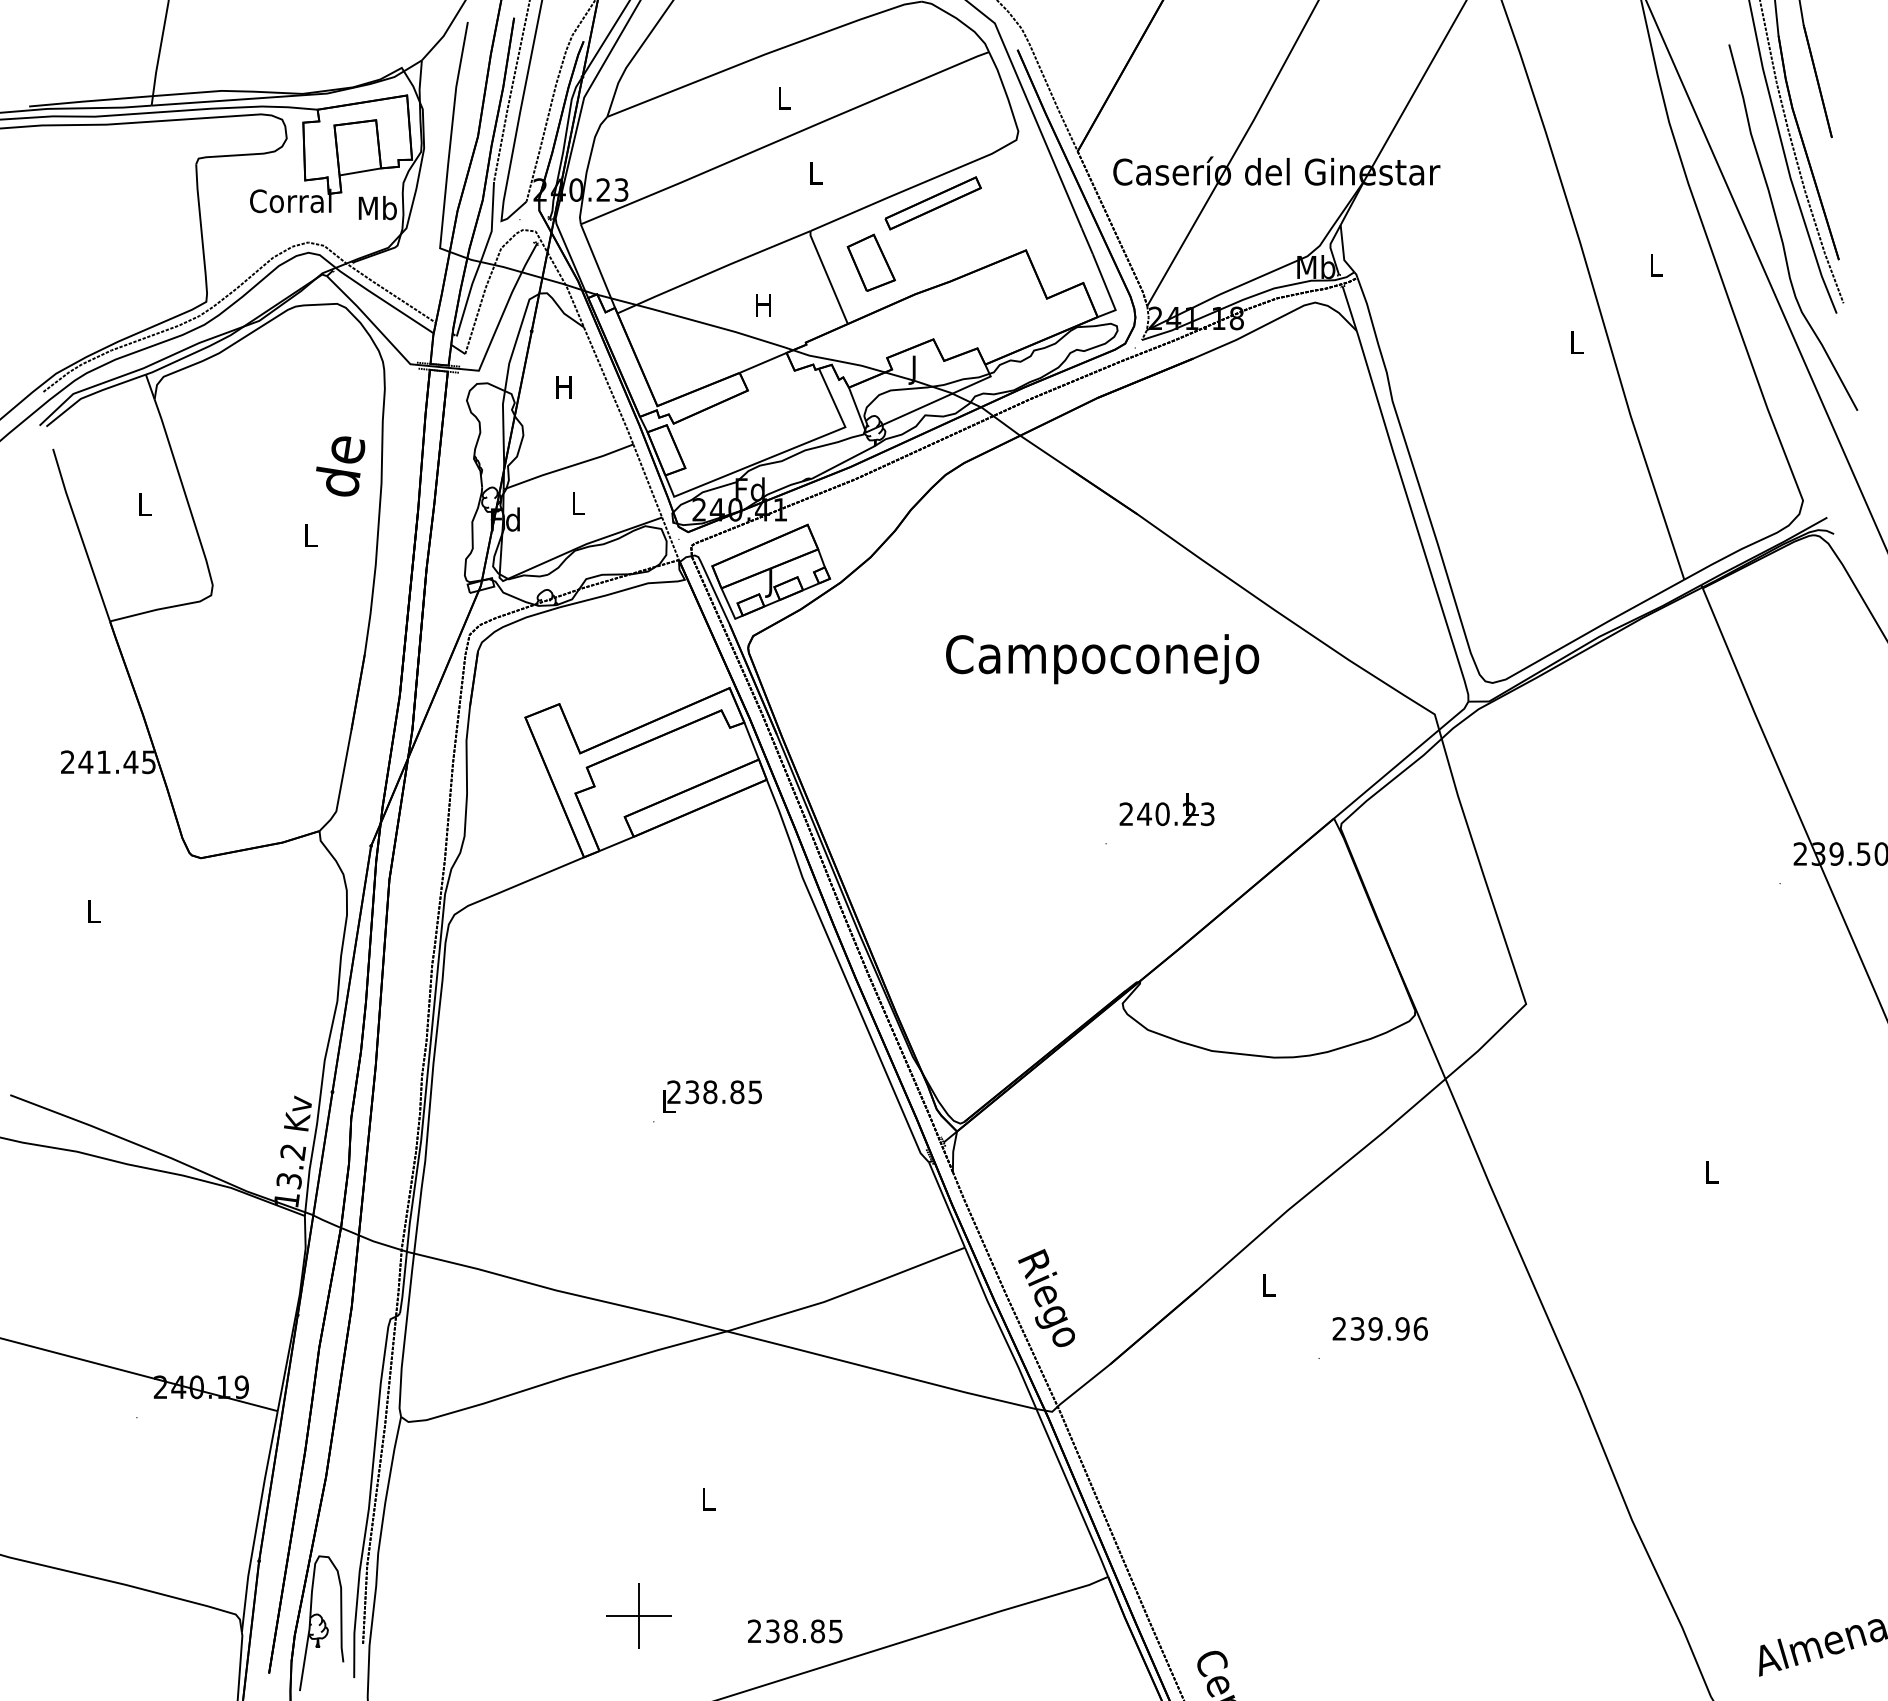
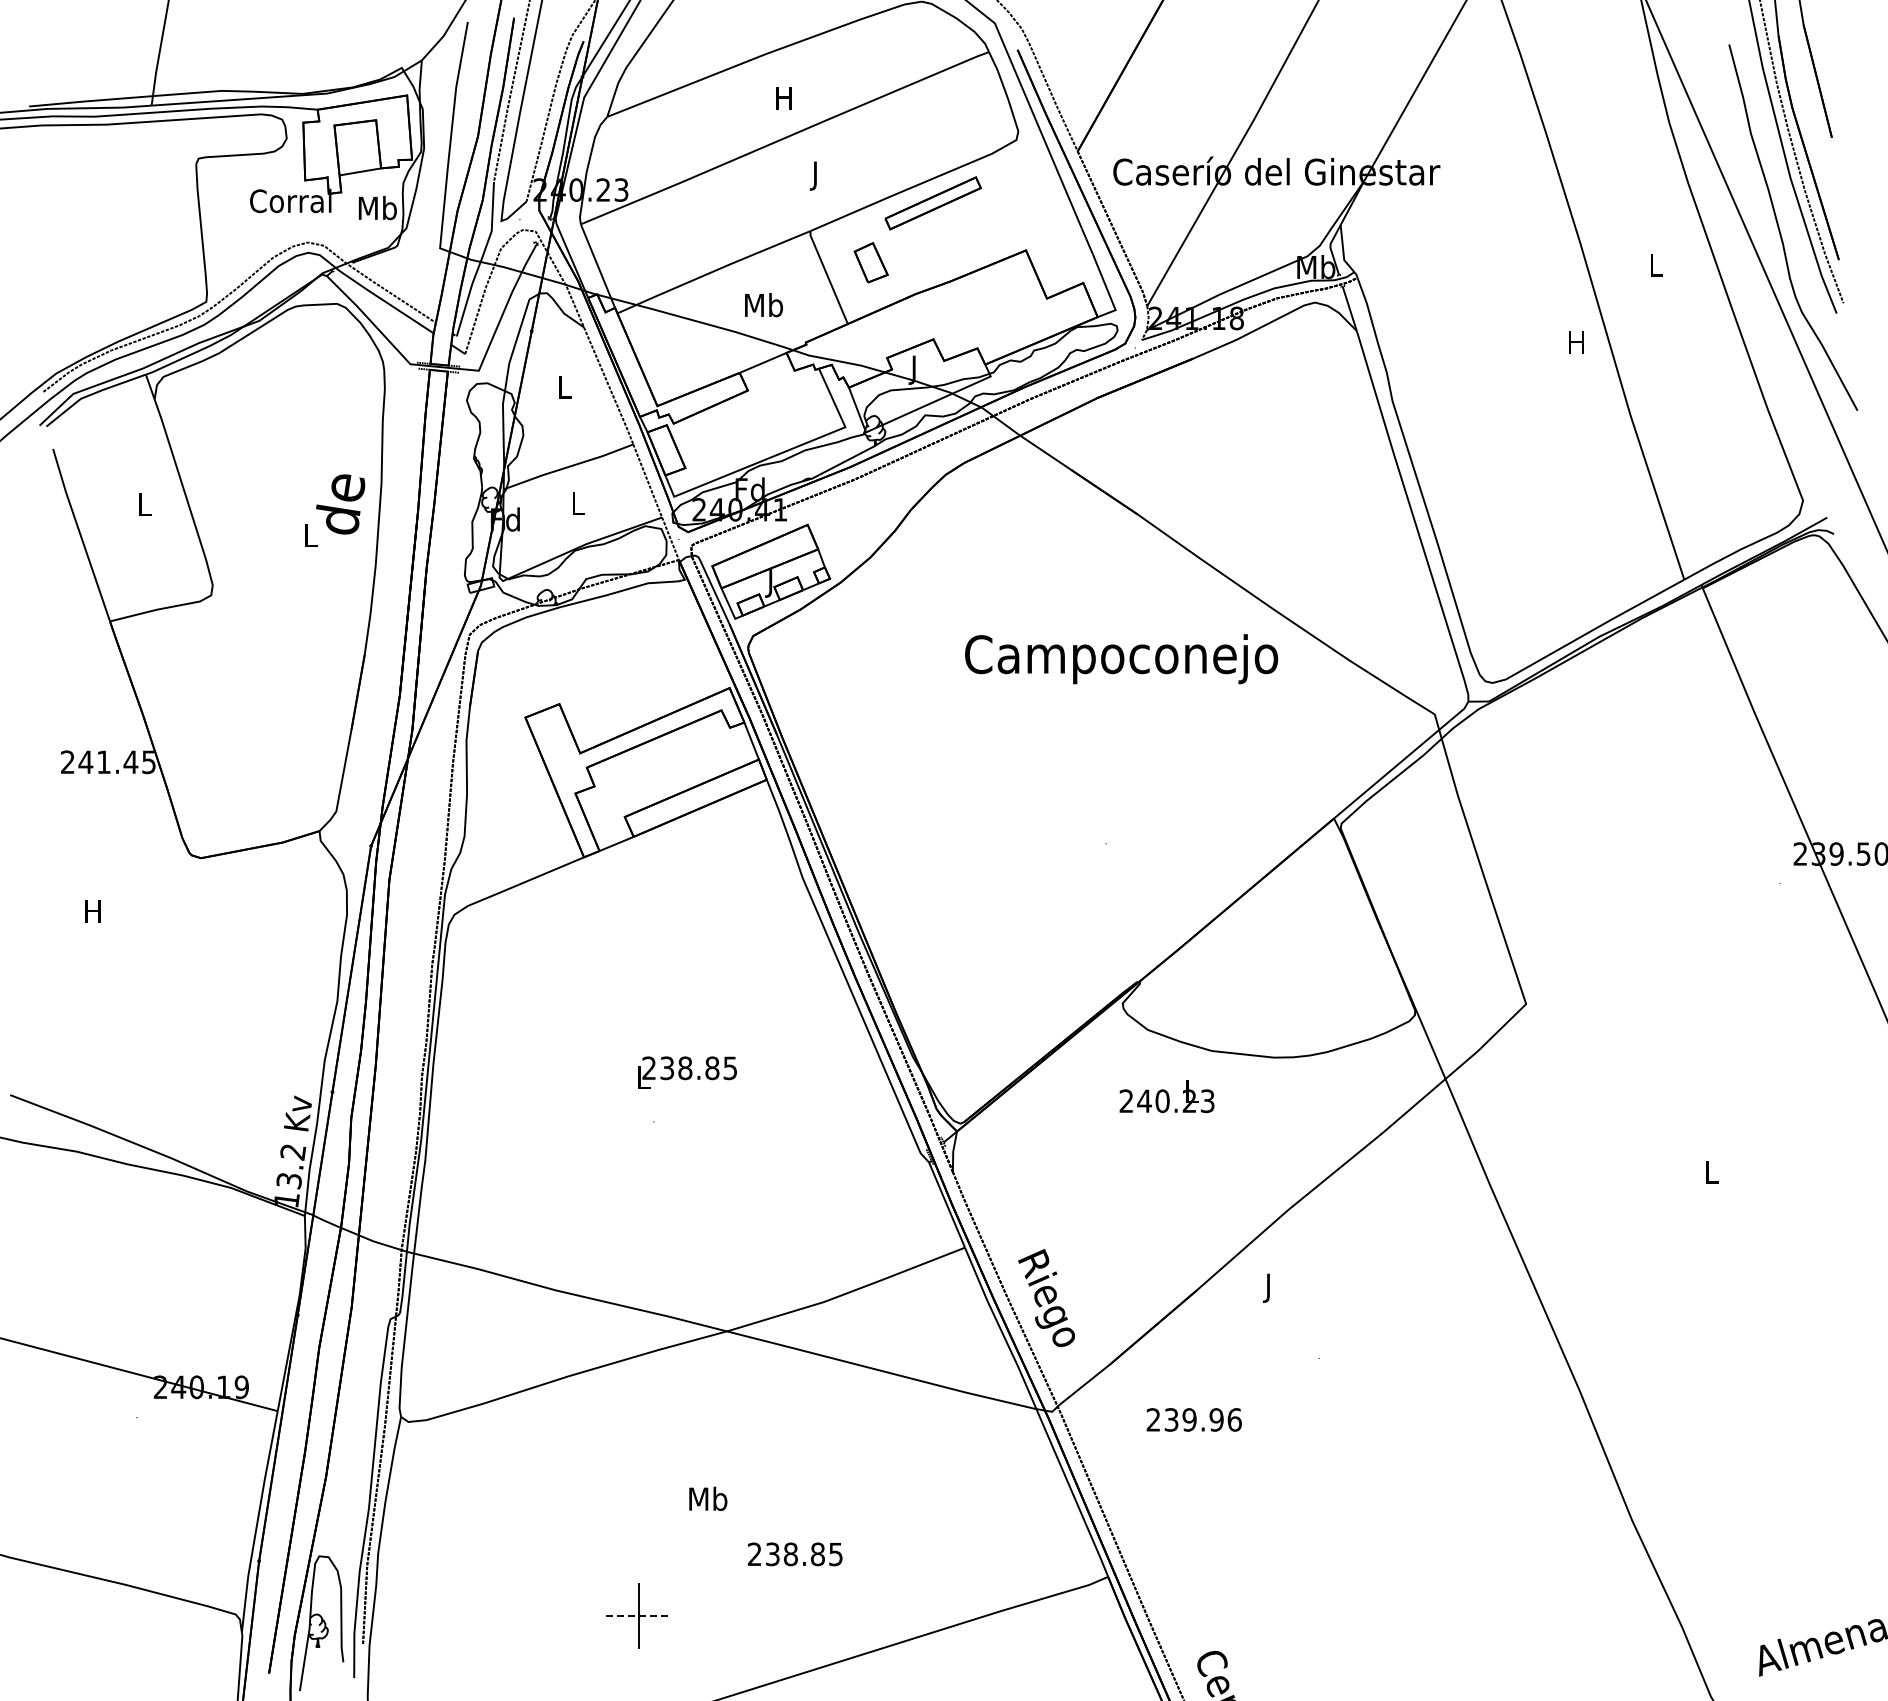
text at (783, 98): L -> H
text at (815, 175): L -> J
part at (870, 262) size: 50x59 px -> 36x42 px
text at (764, 305): H -> Mb
text at (1576, 342): L -> H
text at (563, 387): H -> L
text at (340, 466) position: (340, 466) -> (340, 504)
text at (1102, 659) position: (1102, 659) -> (1121, 659)
text at (1166, 809) position: (1166, 809) -> (1166, 1096)
text at (92, 911): L -> H
text at (712, 1096) position: (712, 1096) -> (687, 1072)
text at (1268, 1287): L -> J
text at (1379, 1328) position: (1379, 1328) -> (1193, 1419)
text at (708, 1498): L -> Mb
line at (638, 1615): solid -> dashed
text at (795, 1631) position: (795, 1631) -> (795, 1554)
